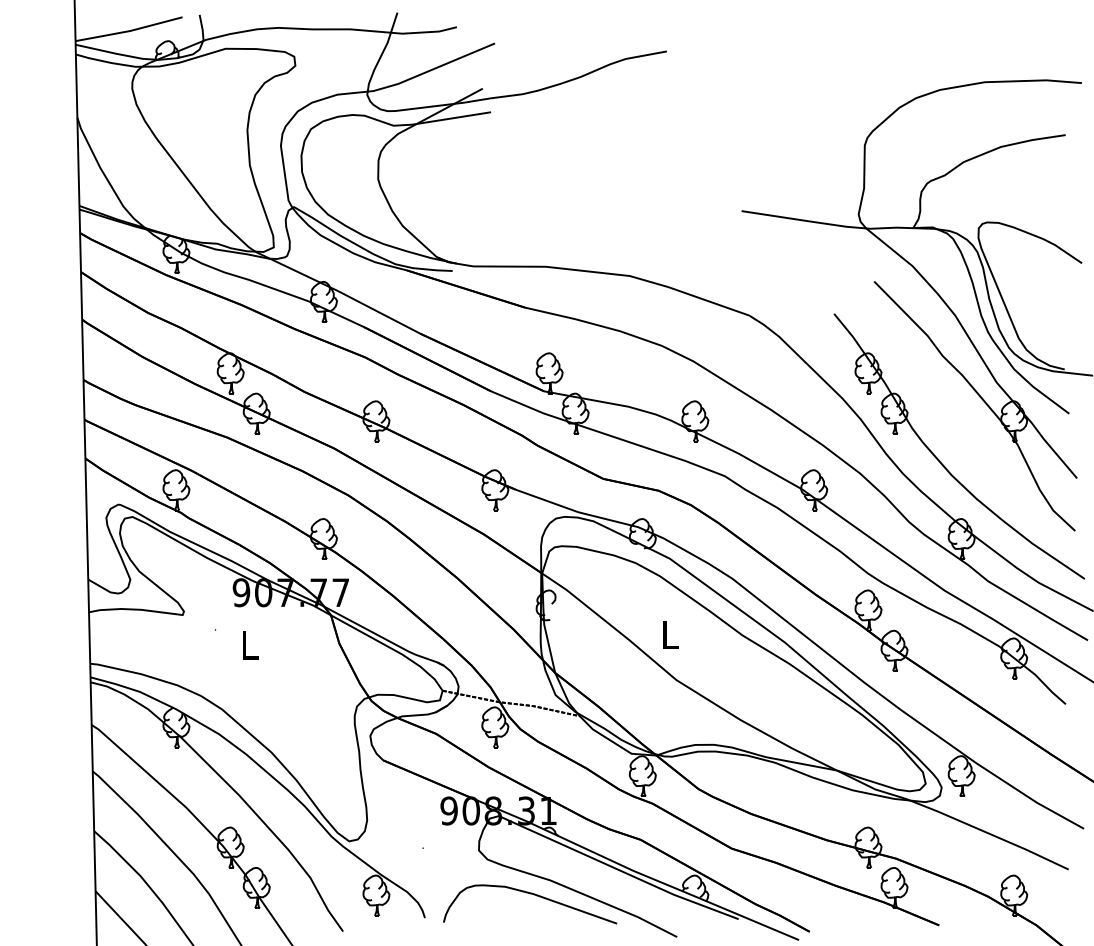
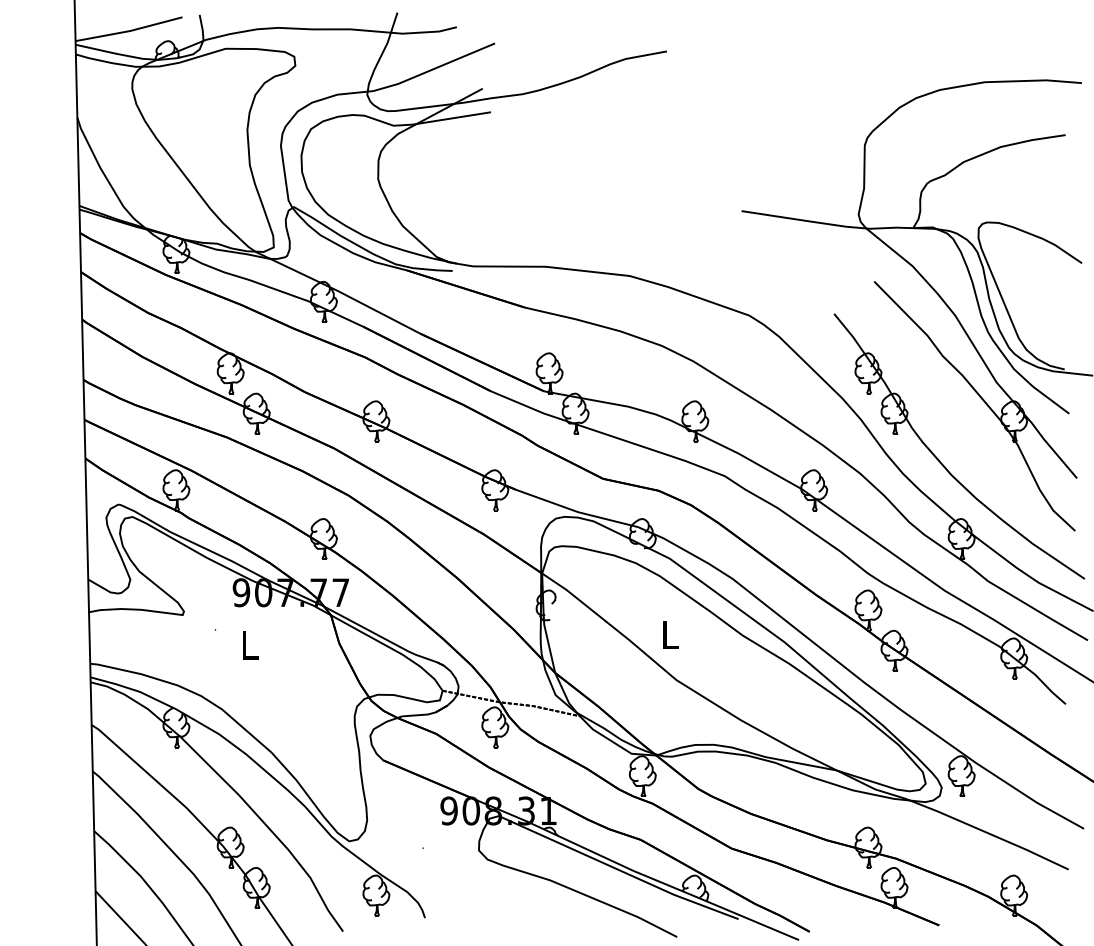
curve at (533, 895): present -> none
